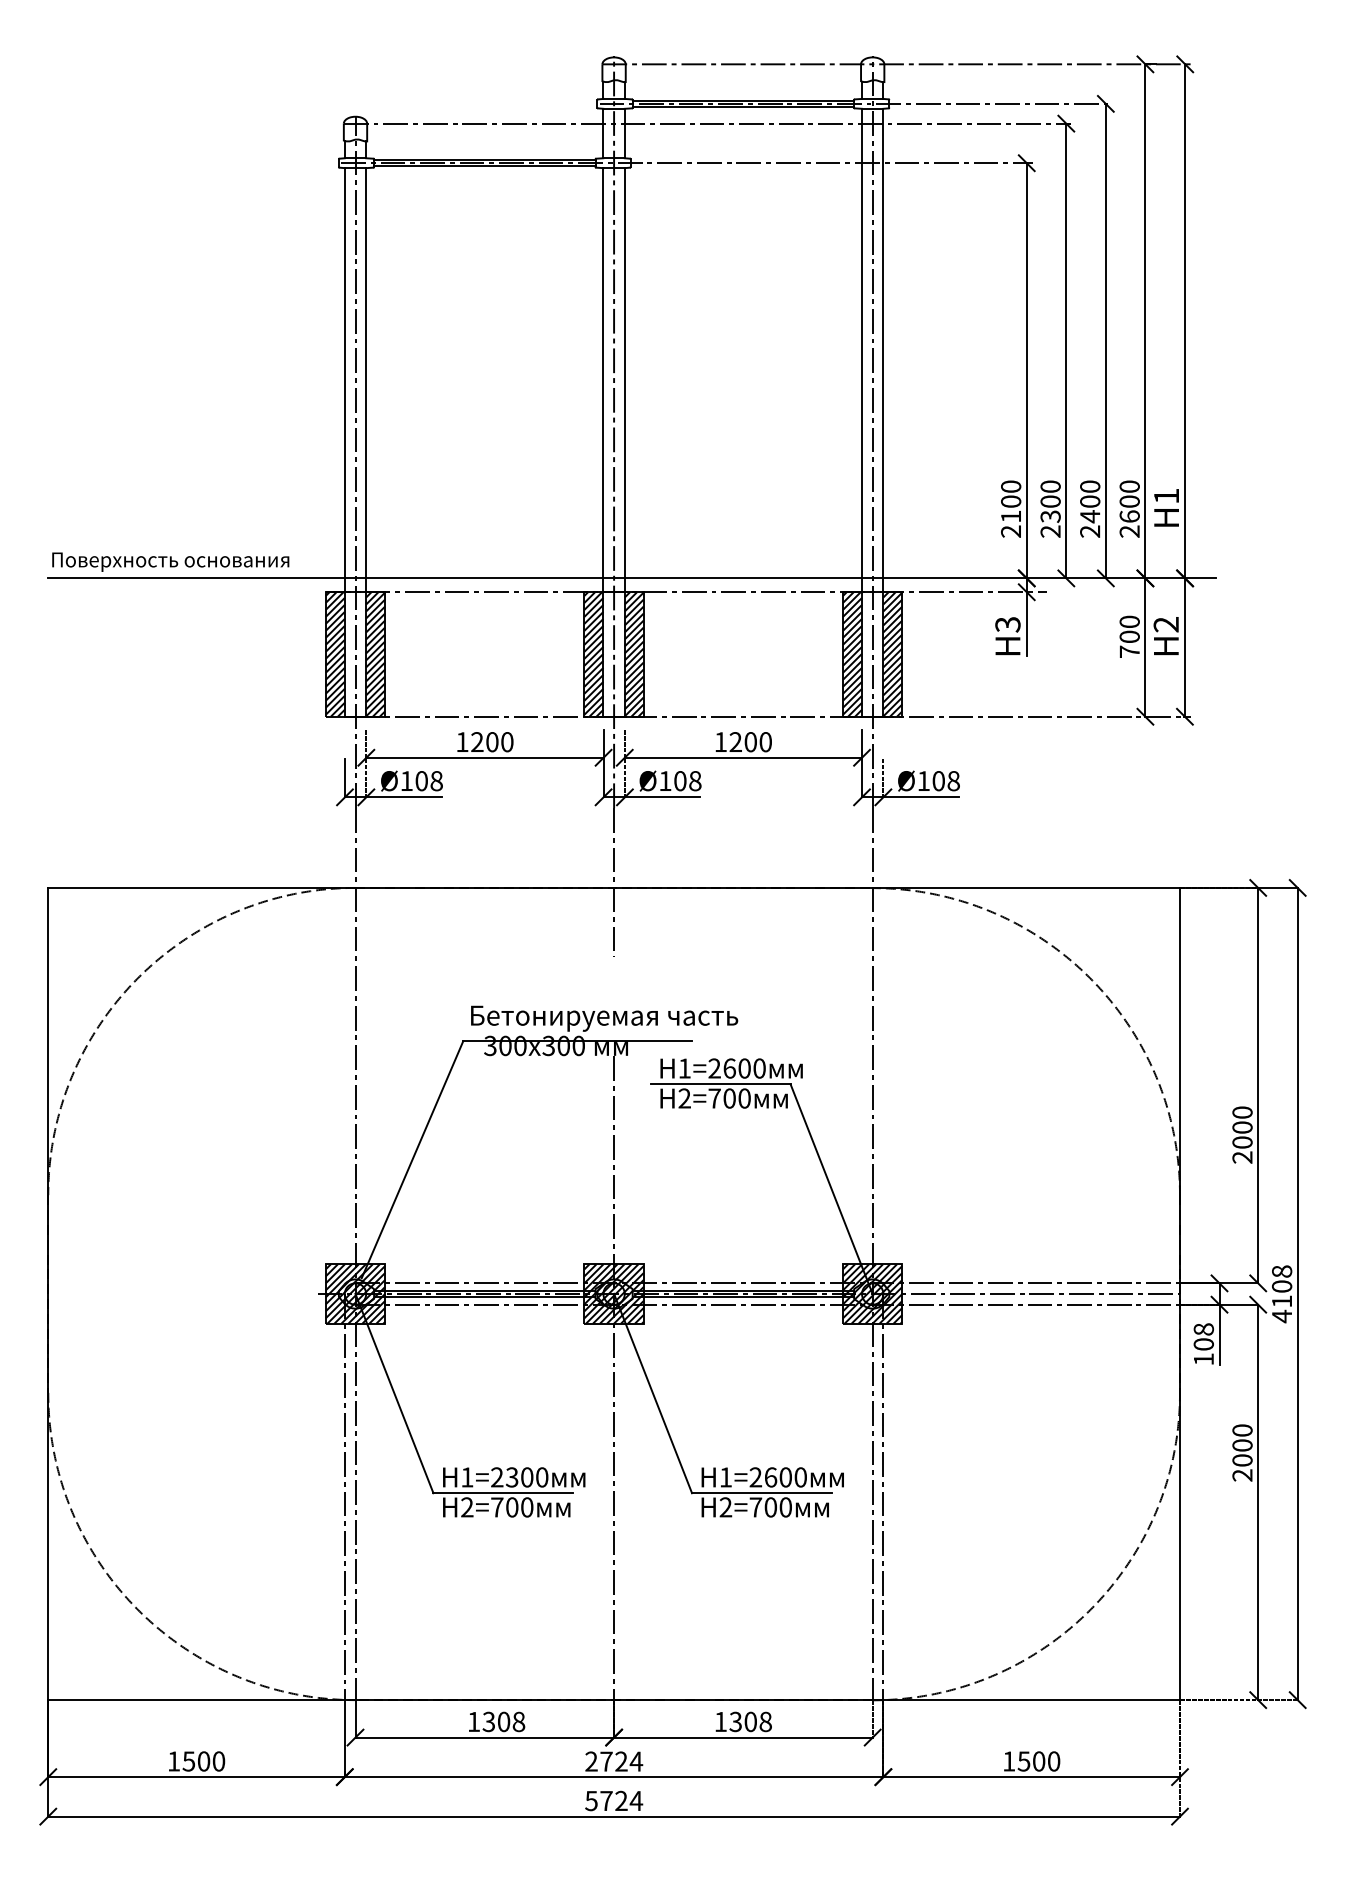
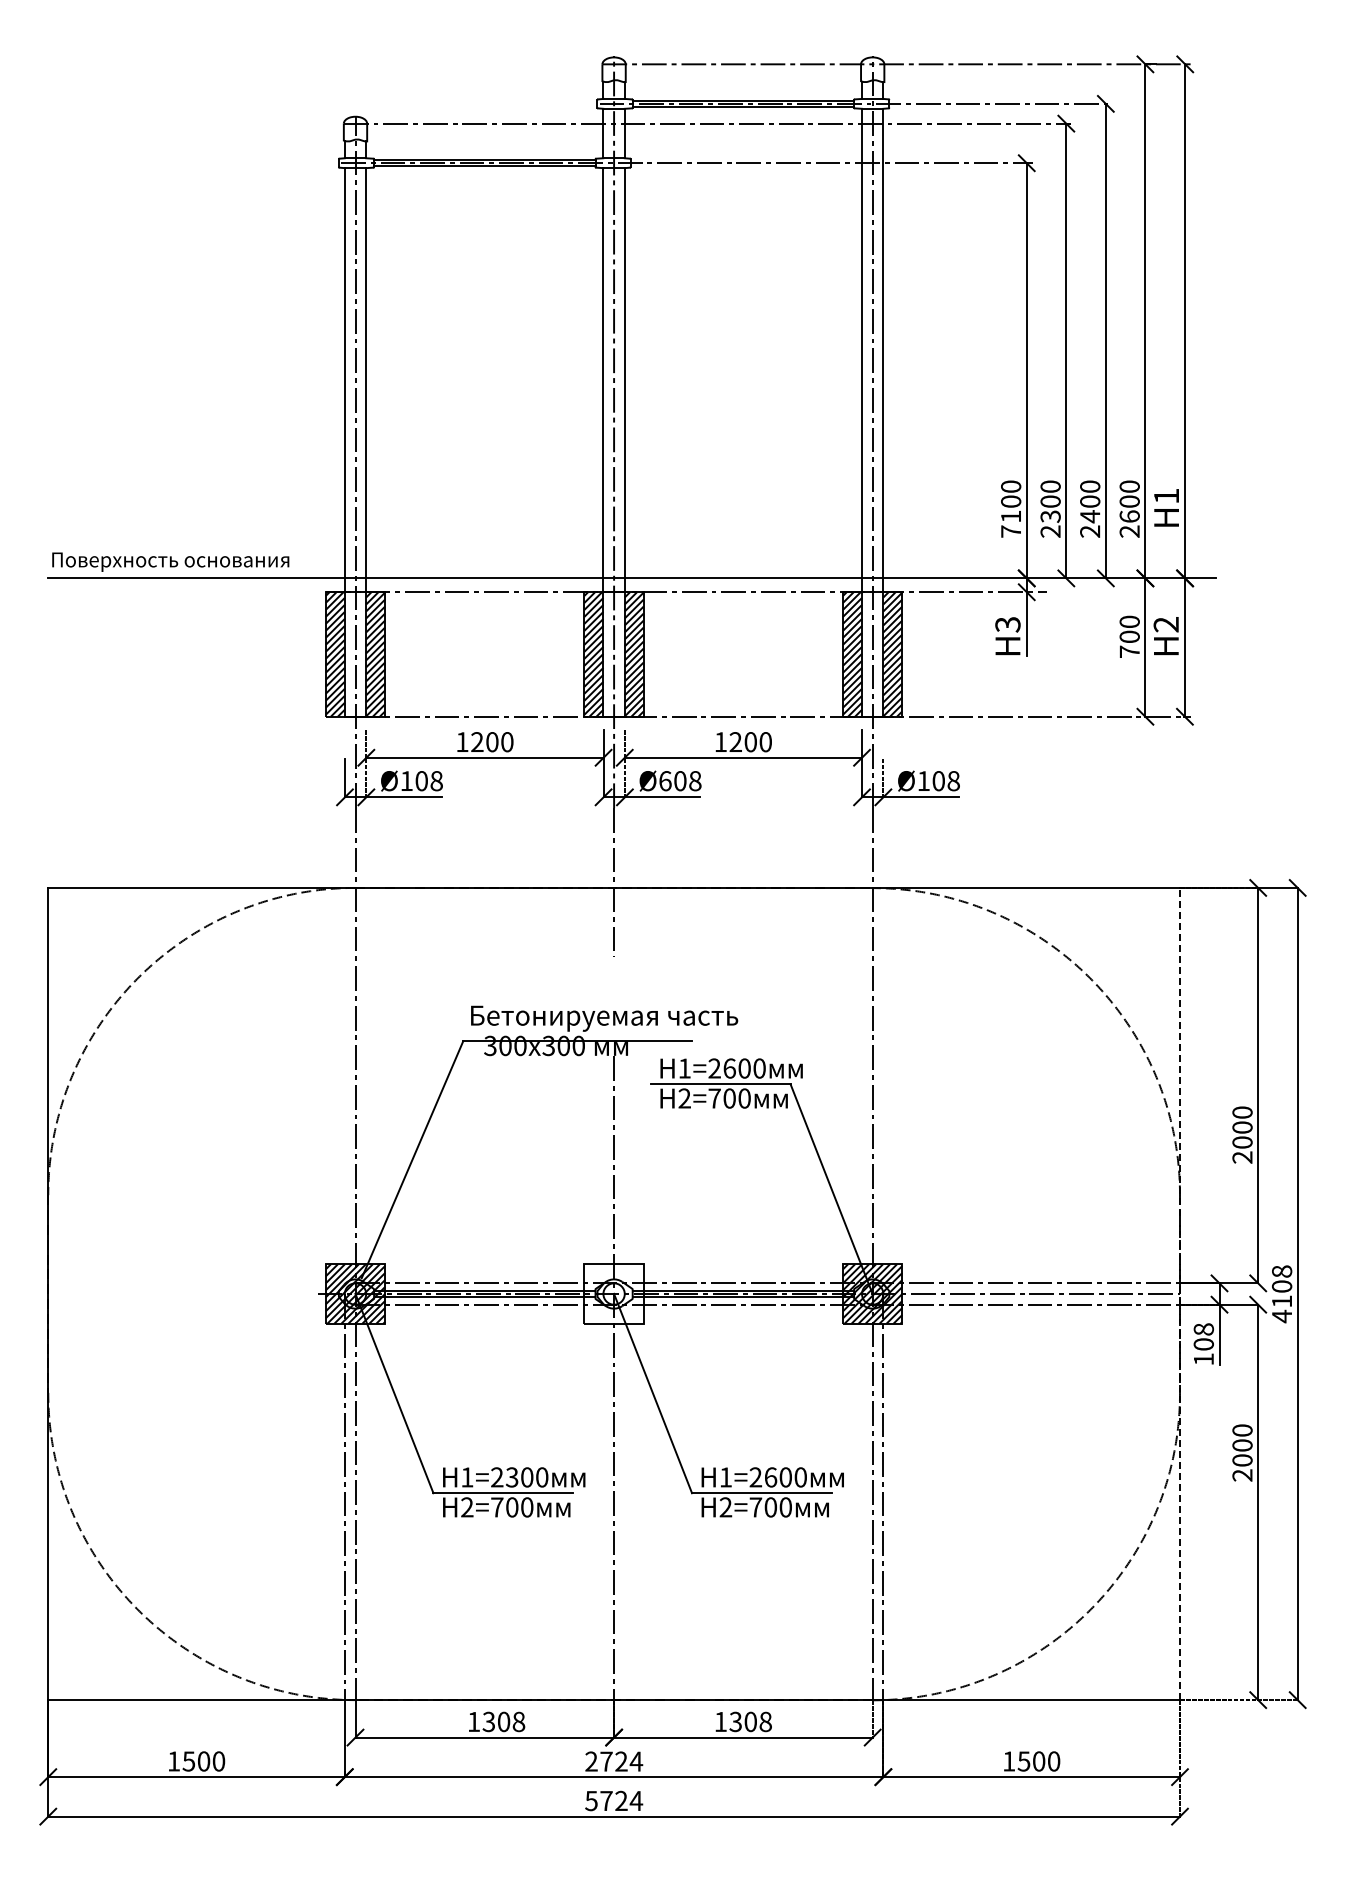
text at (1010, 531): 2100 -> 7100
text at (665, 781): Ø108 -> Ø608
hatch at (613, 1293): present -> none
line at (1179, 1293): solid -> dashed
